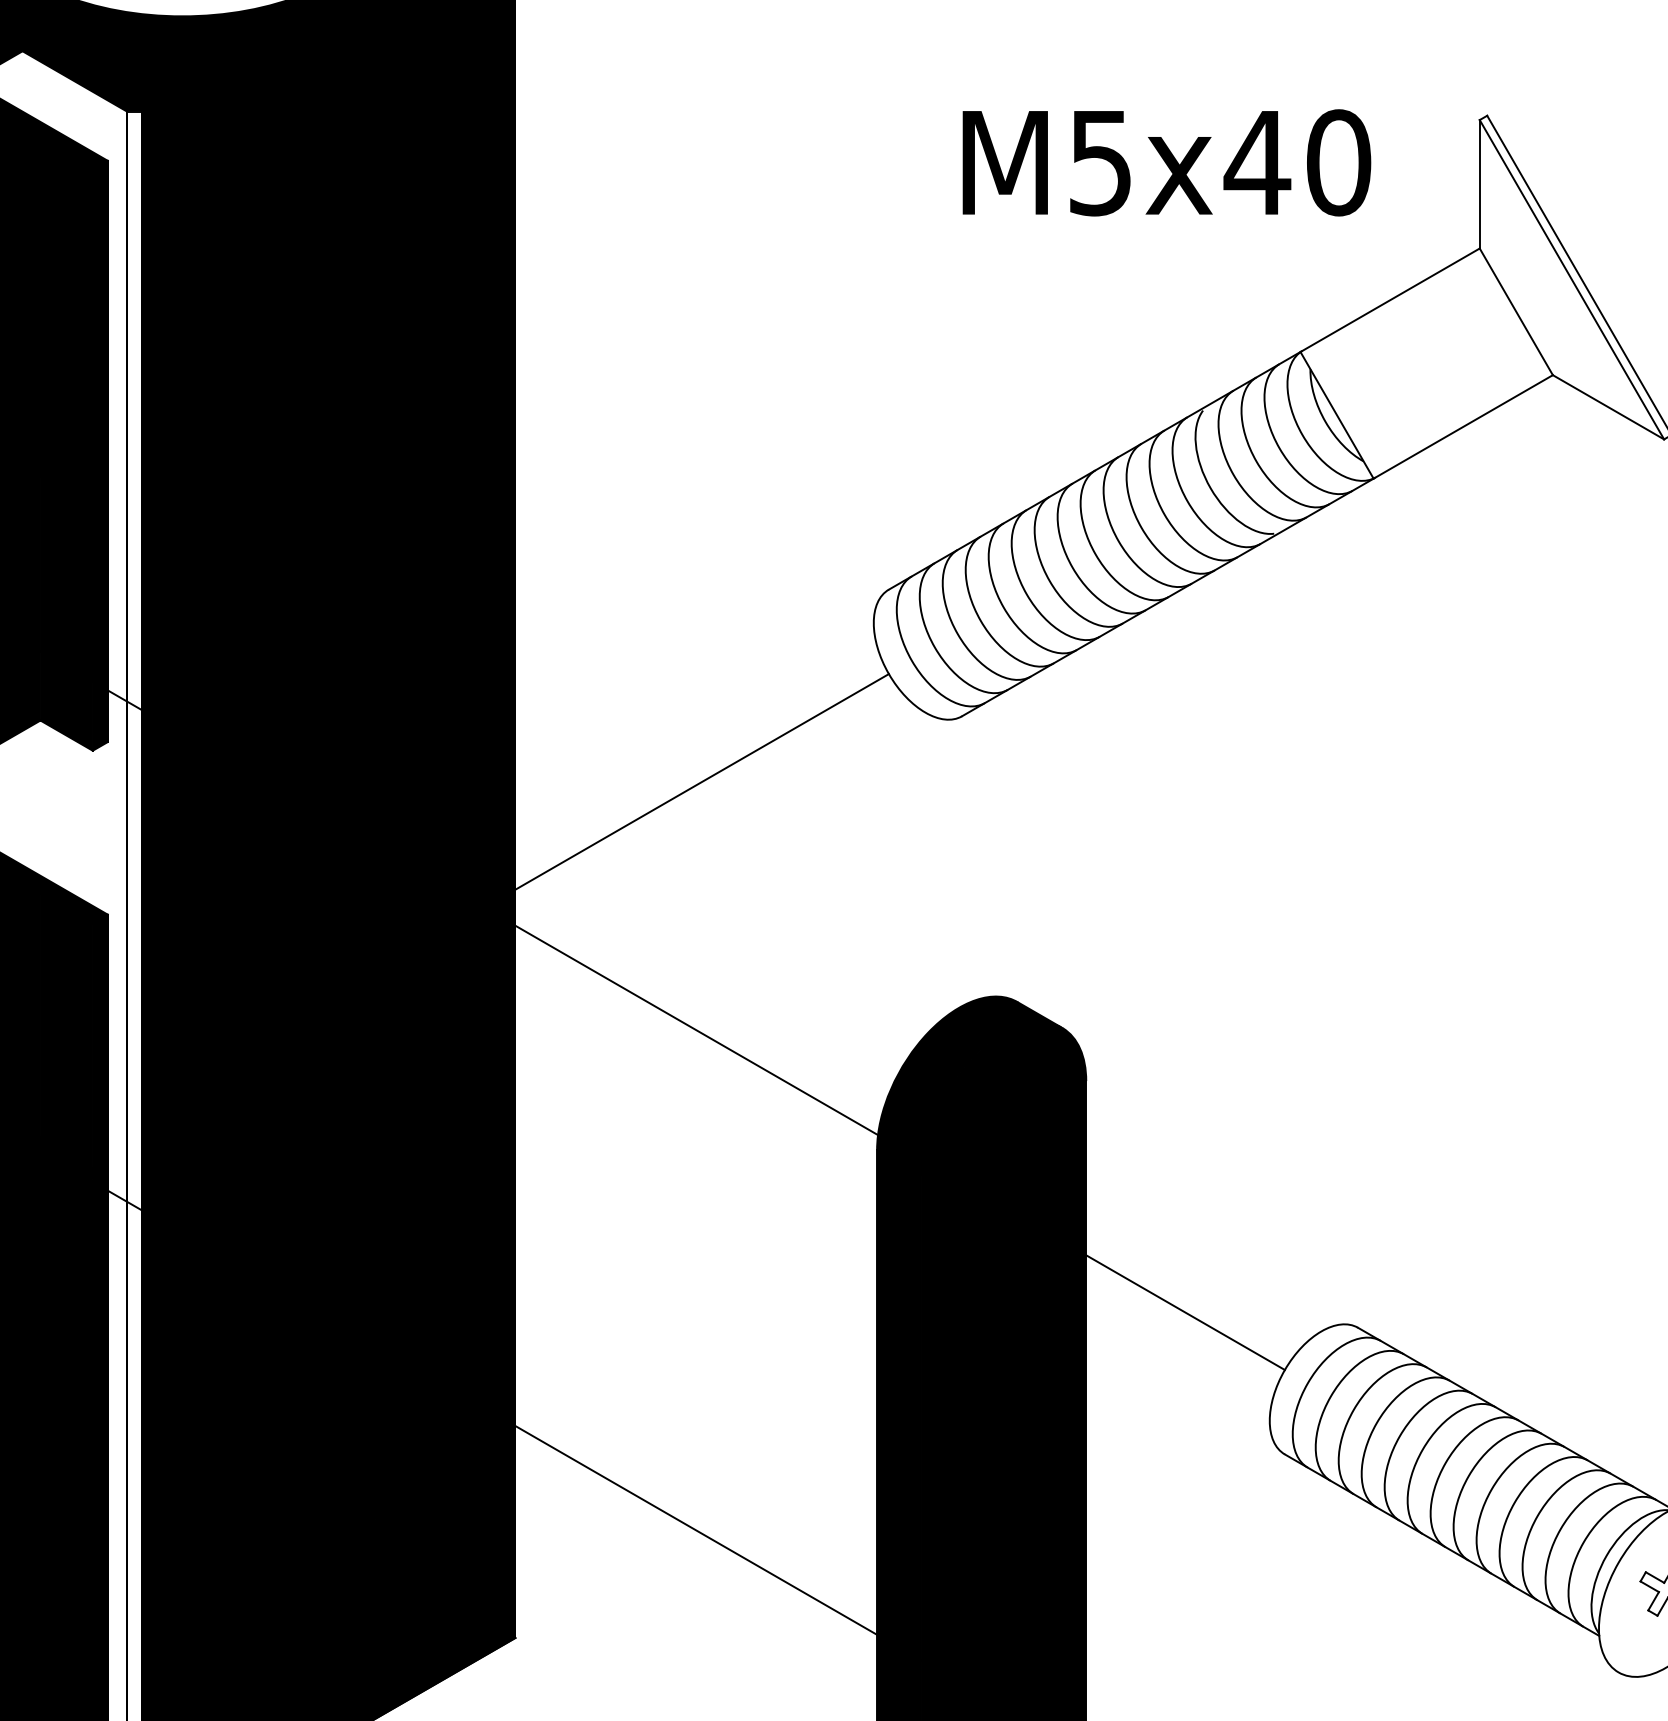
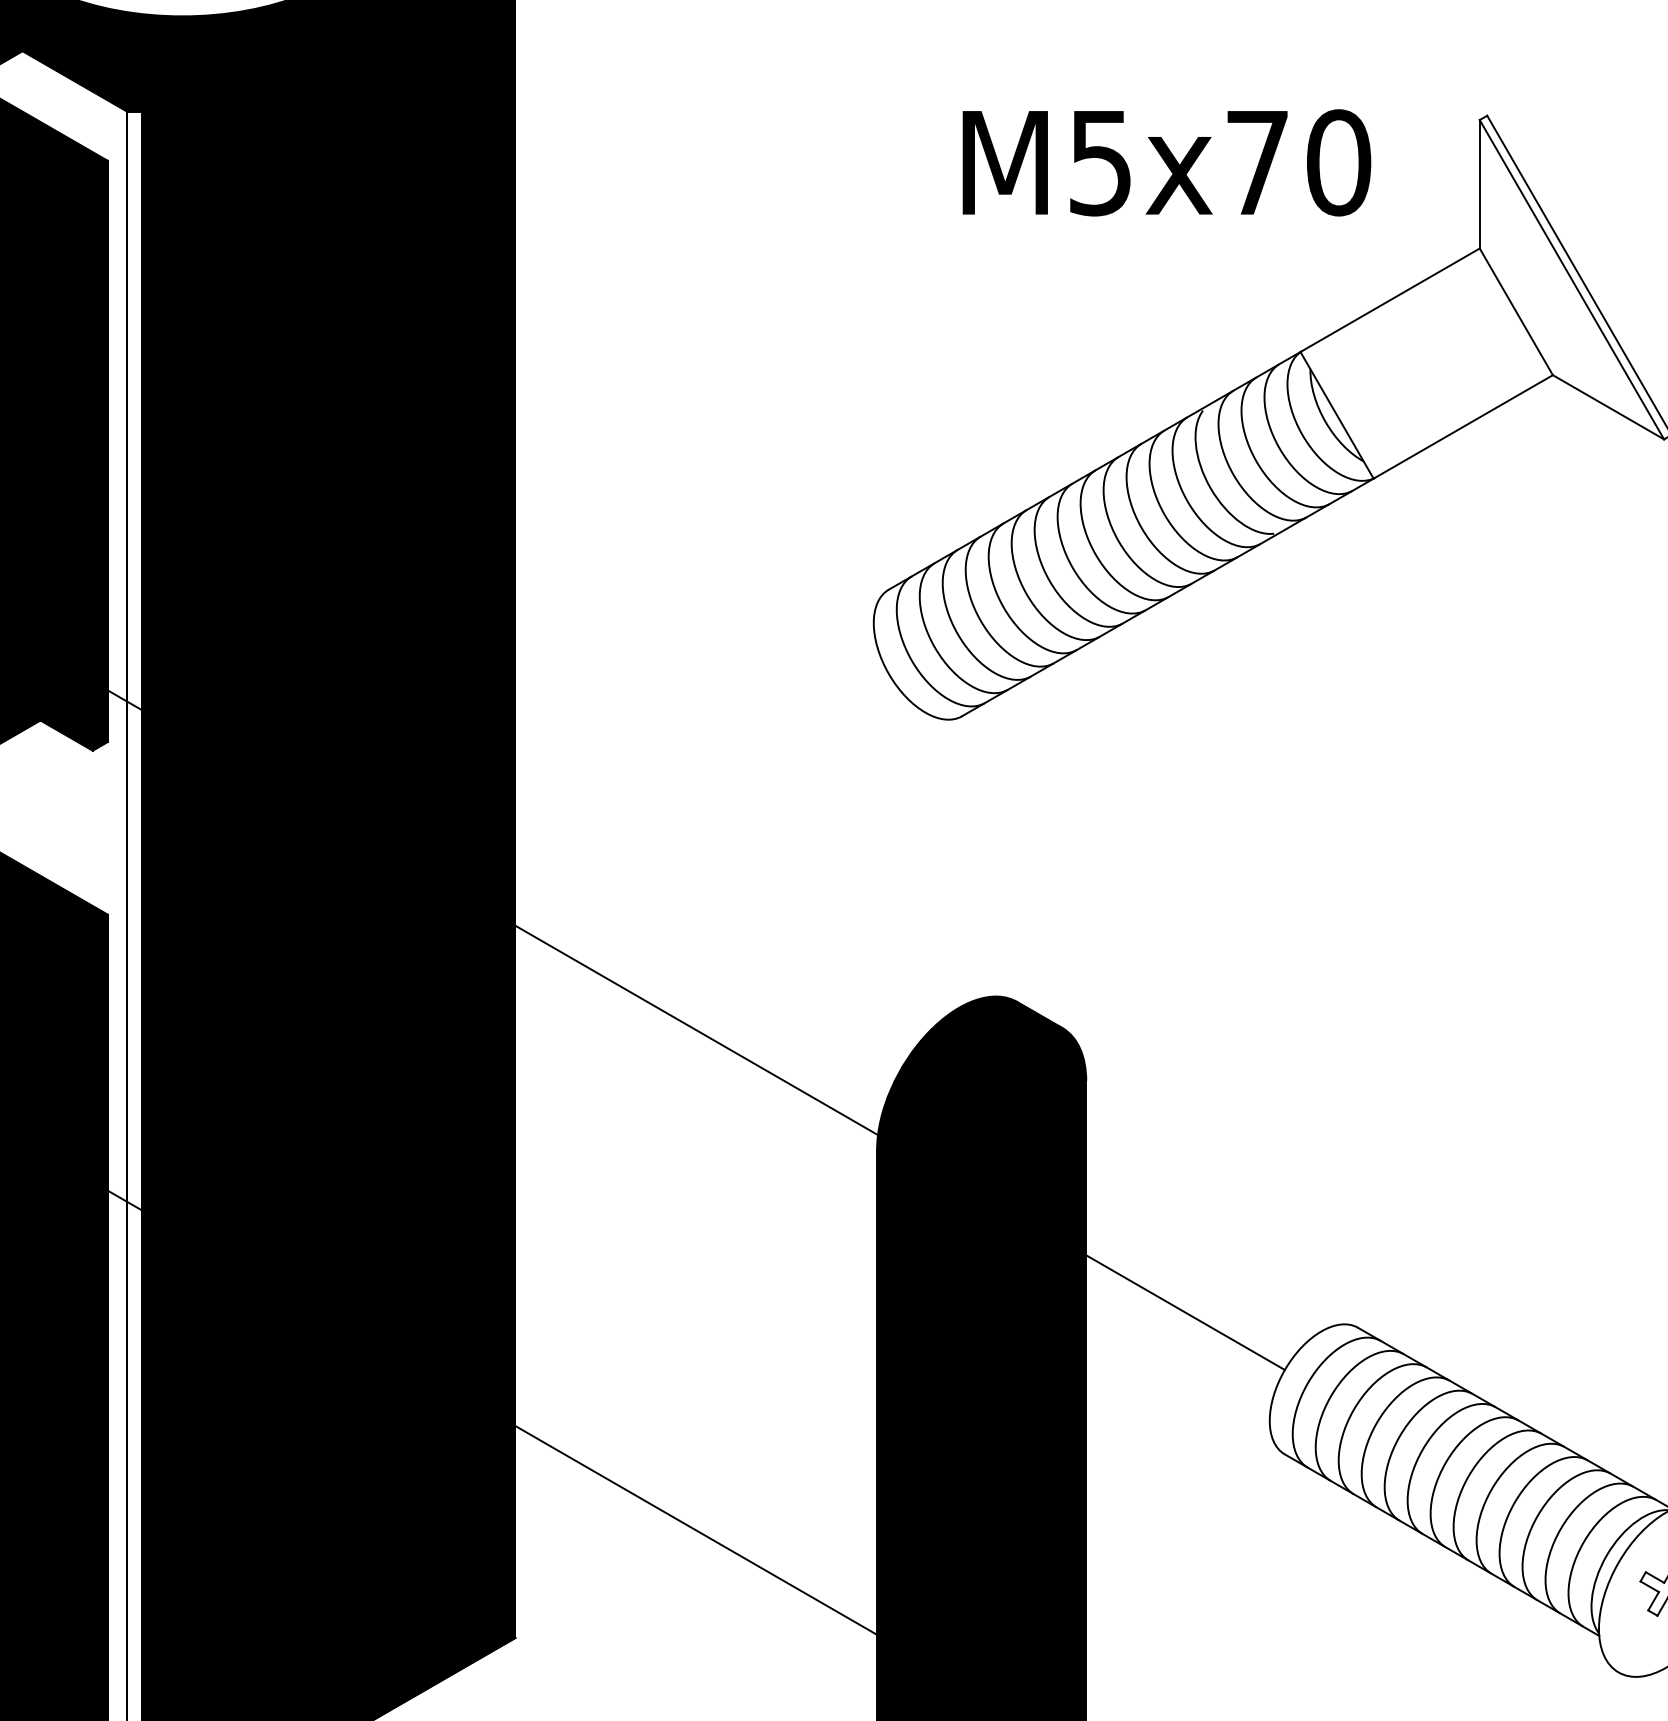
text at (1257, 162): M5x40 -> M5x70
line at (701, 781): present -> none
